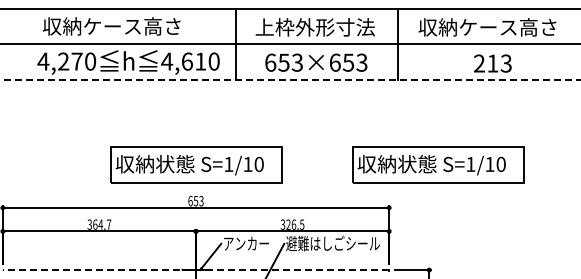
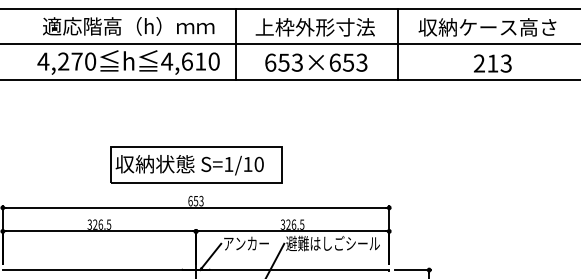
text at (128, 26): 収納ケース高さ -> 適応階高（h）ｍｍ
line at (290, 79): dashed -> solid
part at (438, 164): present -> none
text at (102, 224): 364.7 -> 326.5
line at (195, 270): dashed -> solid
